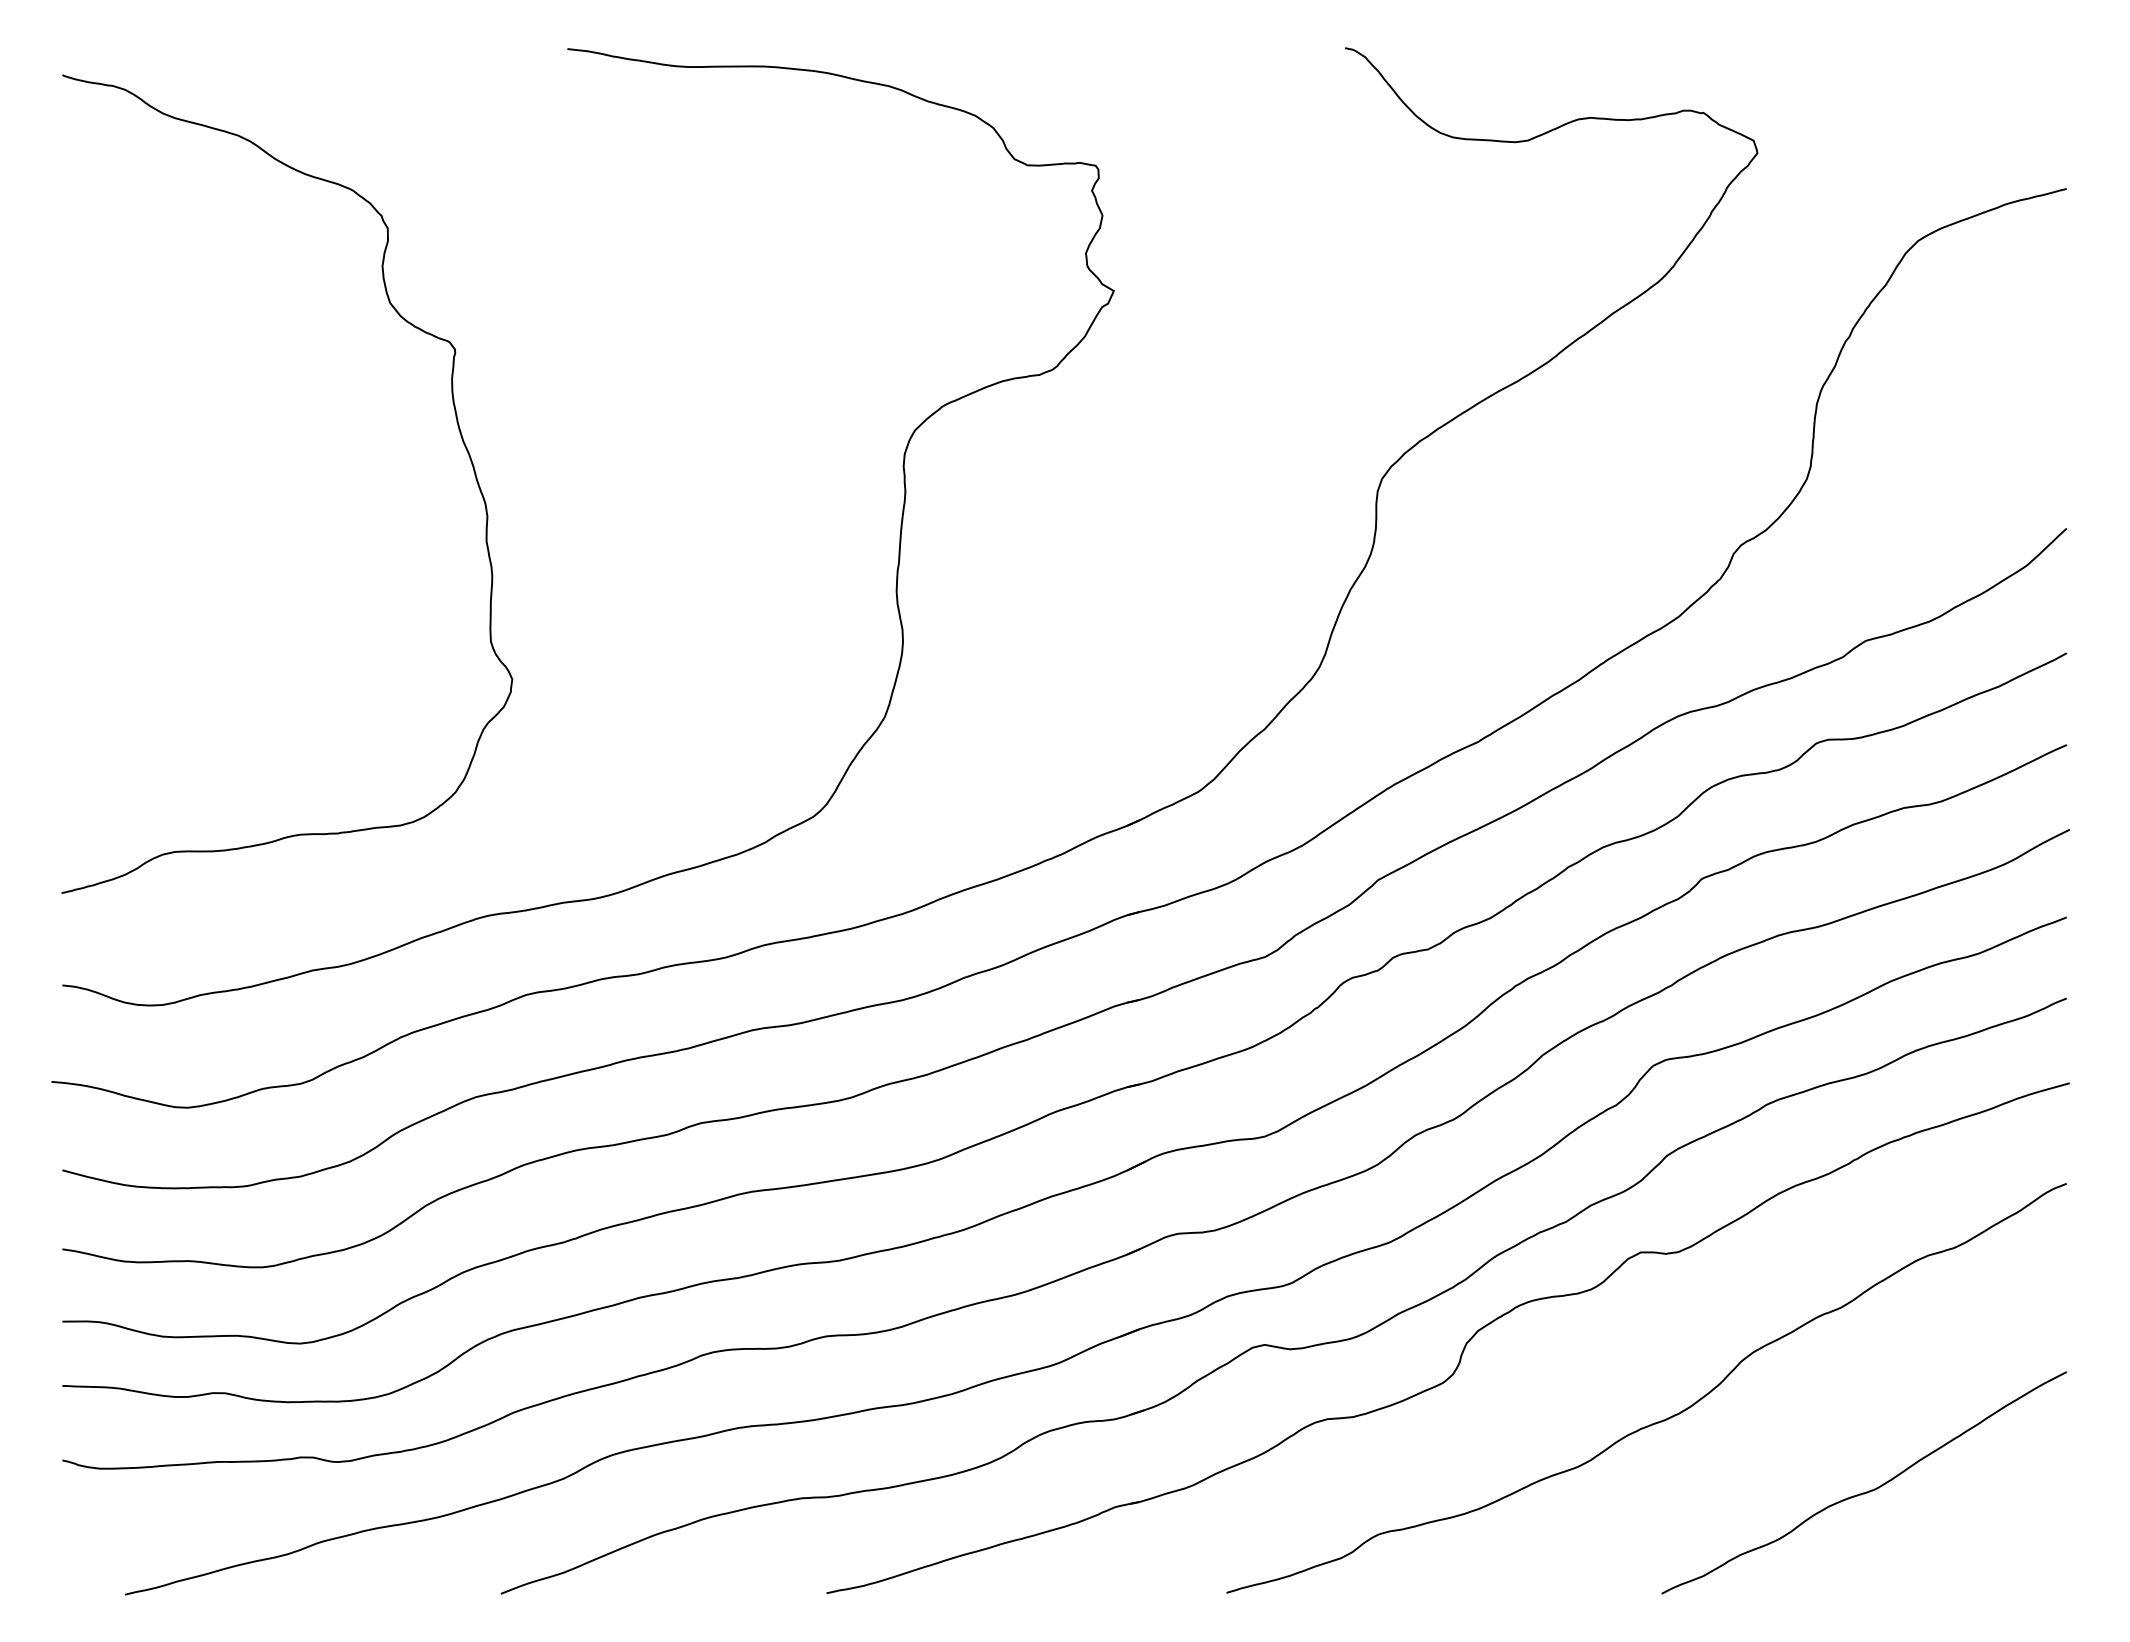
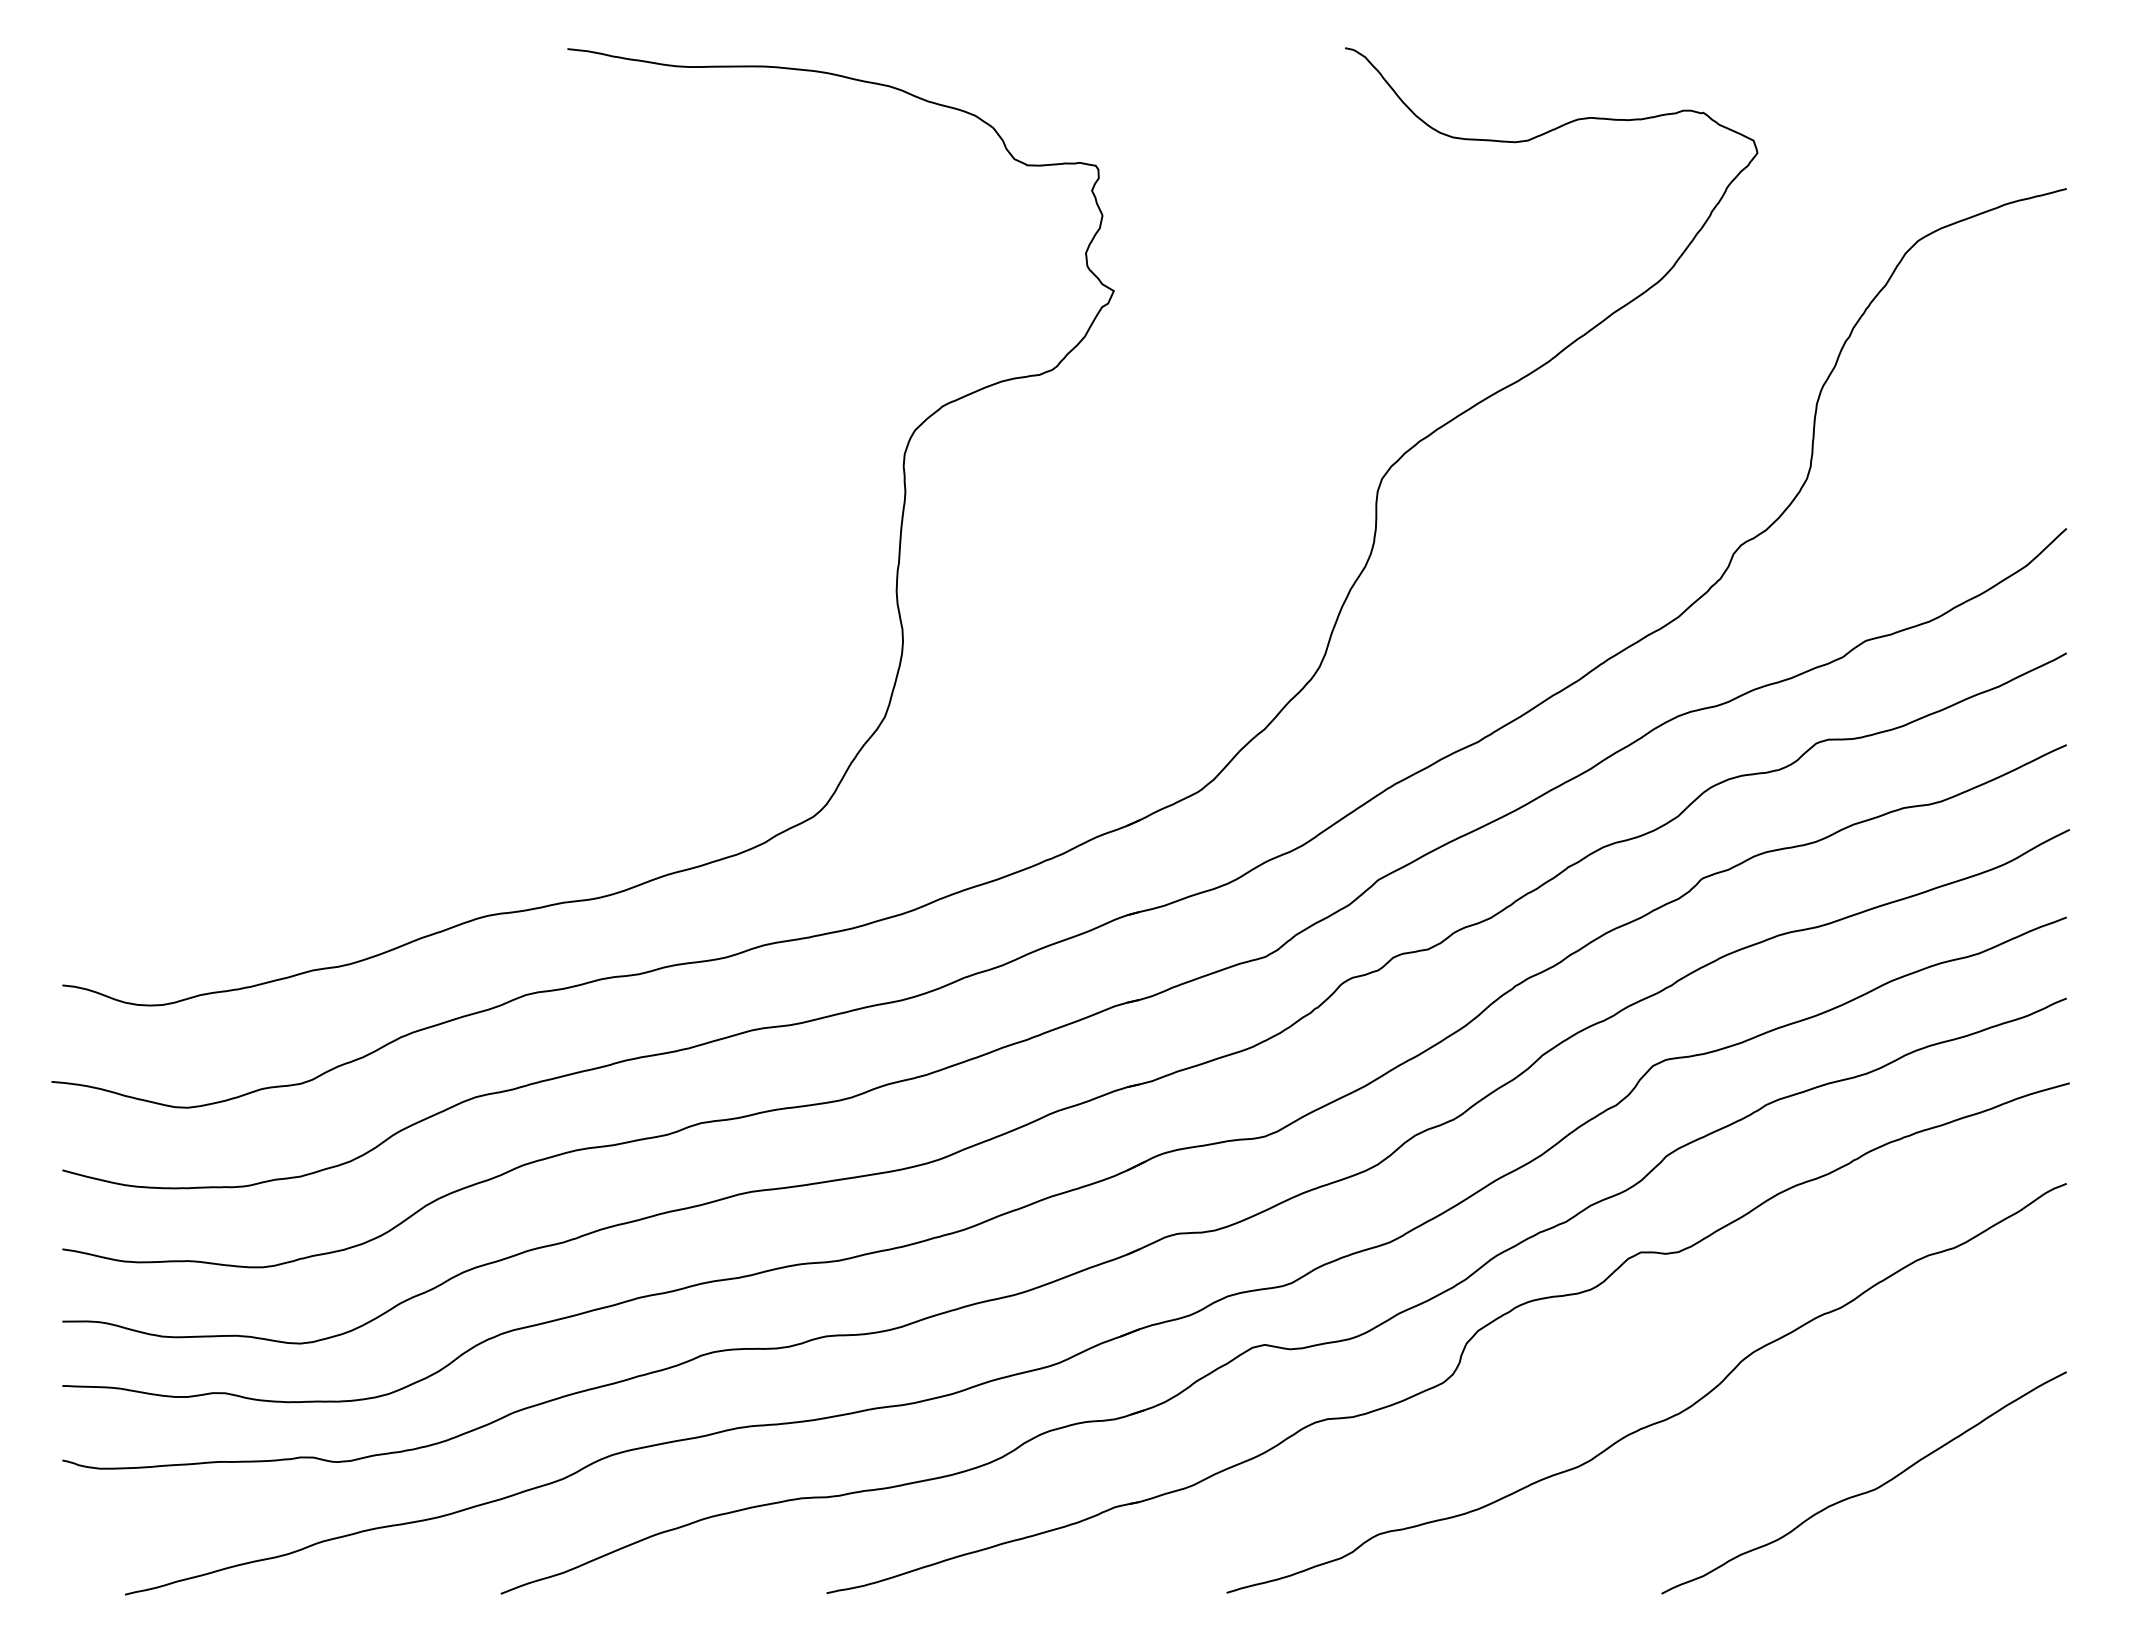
curve at (459, 433): present -> none
